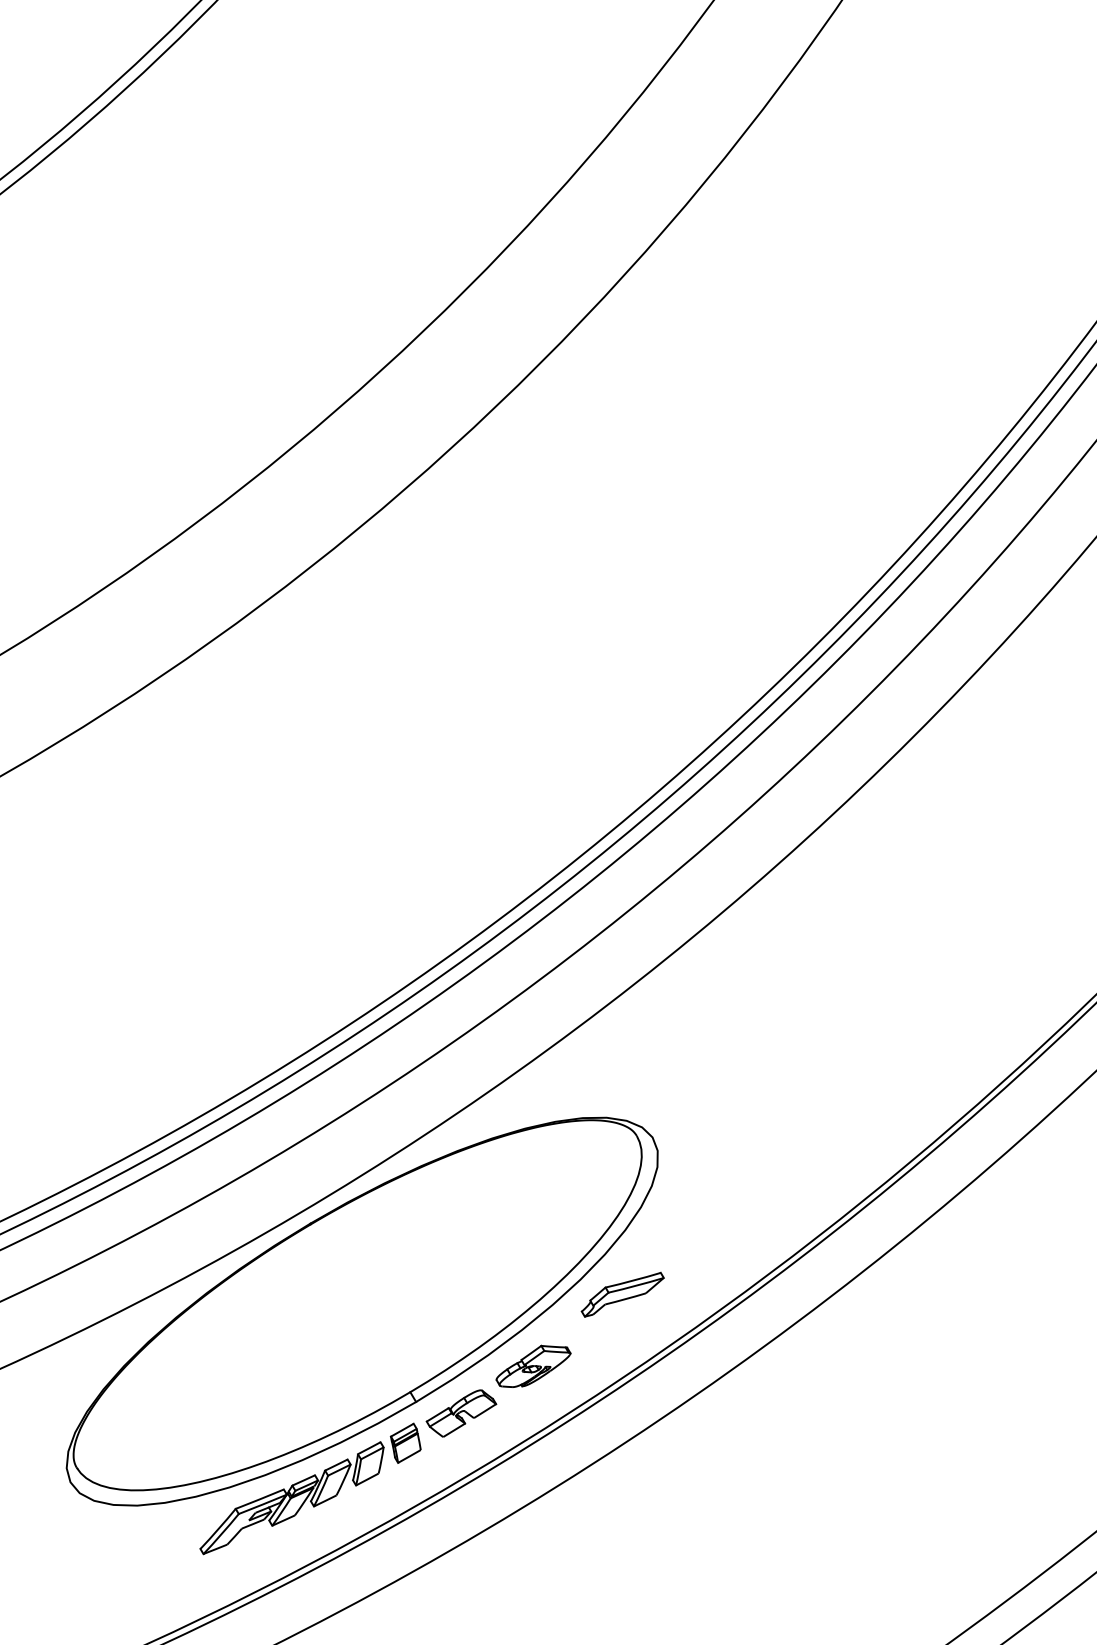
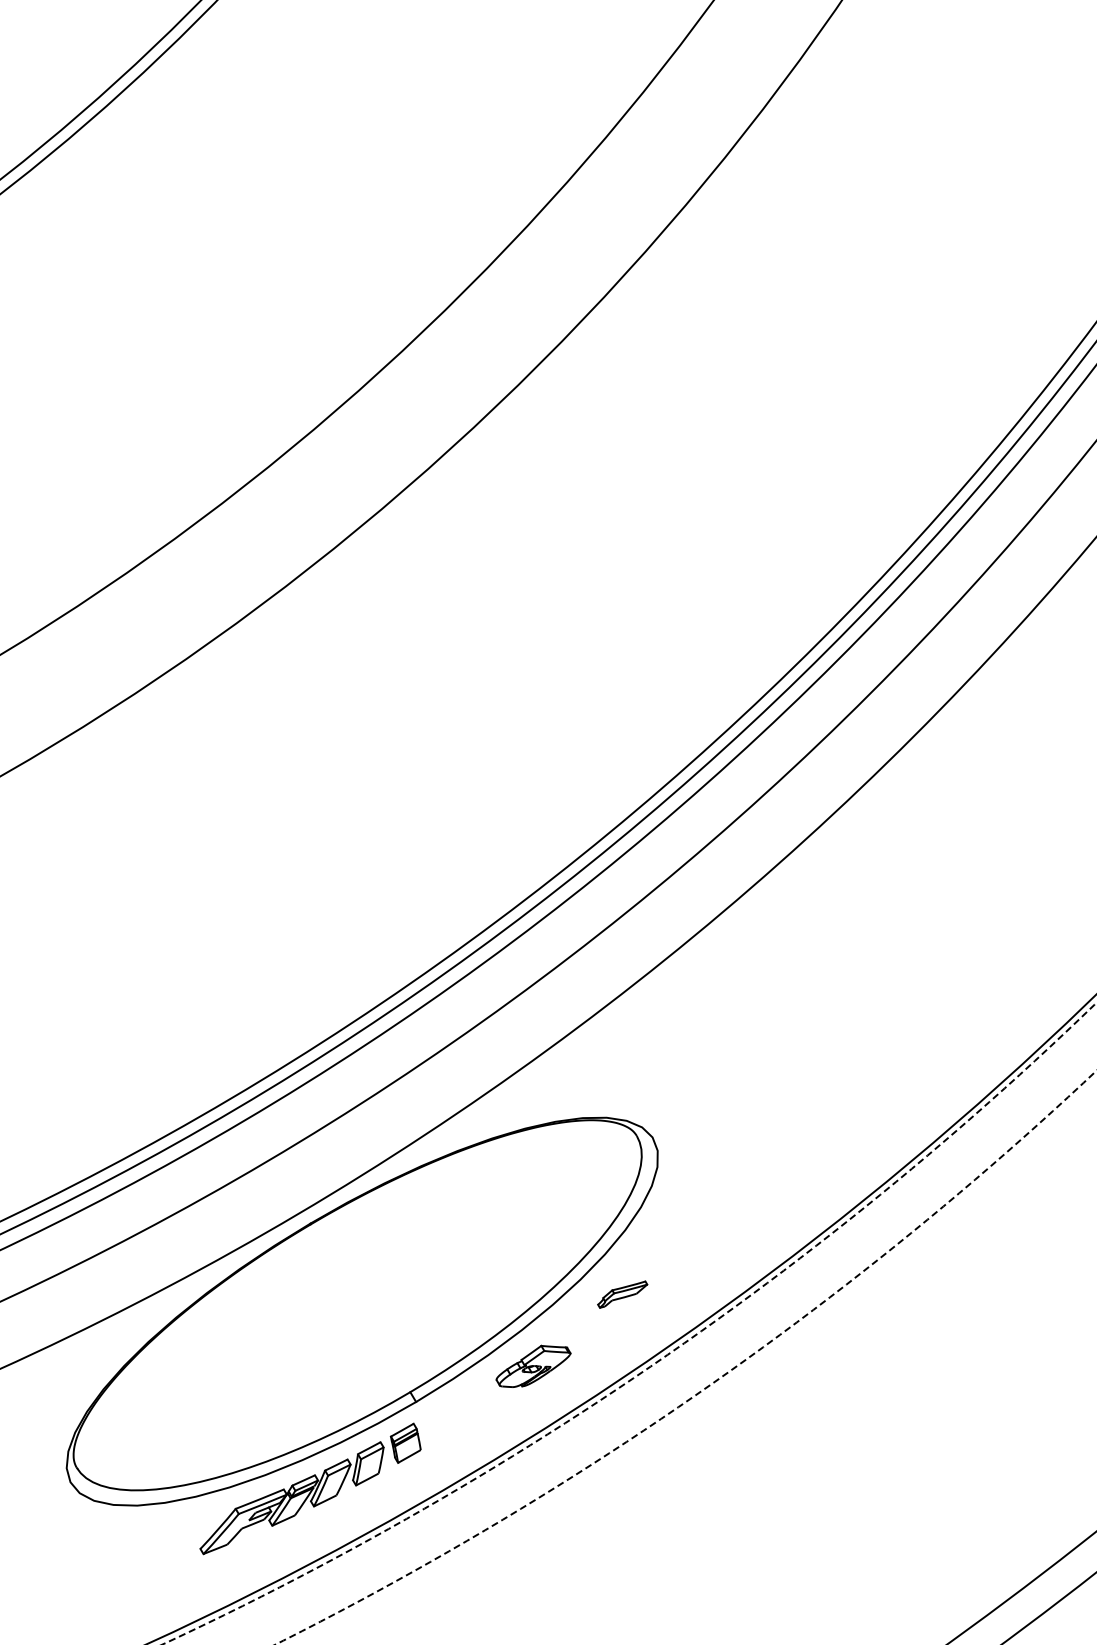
part at (622, 1294) size: 85x47 px -> 52x29 px
circle at (628, 1323): solid -> dashed
circle at (685, 1357): solid -> dashed
part at (461, 1413): present -> none
